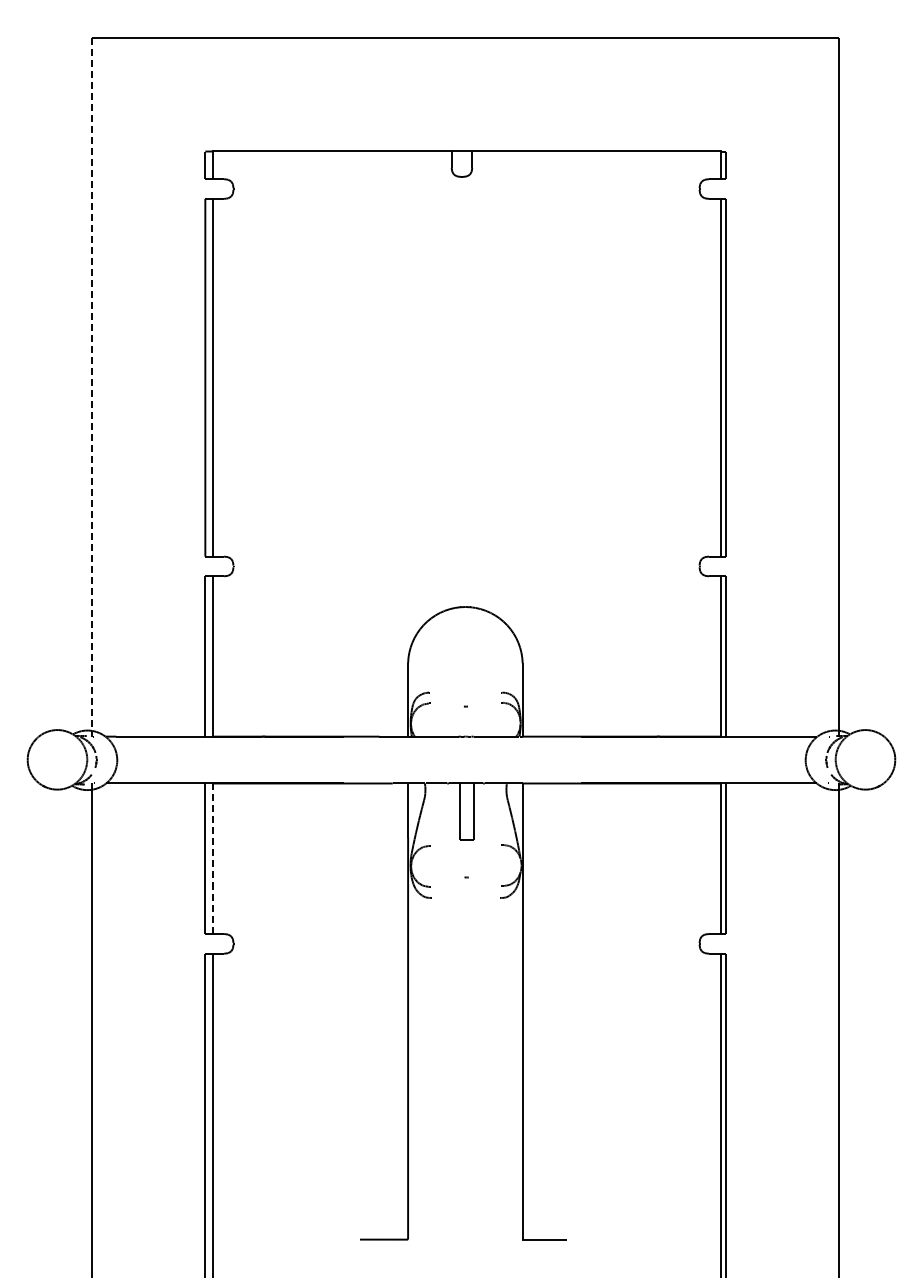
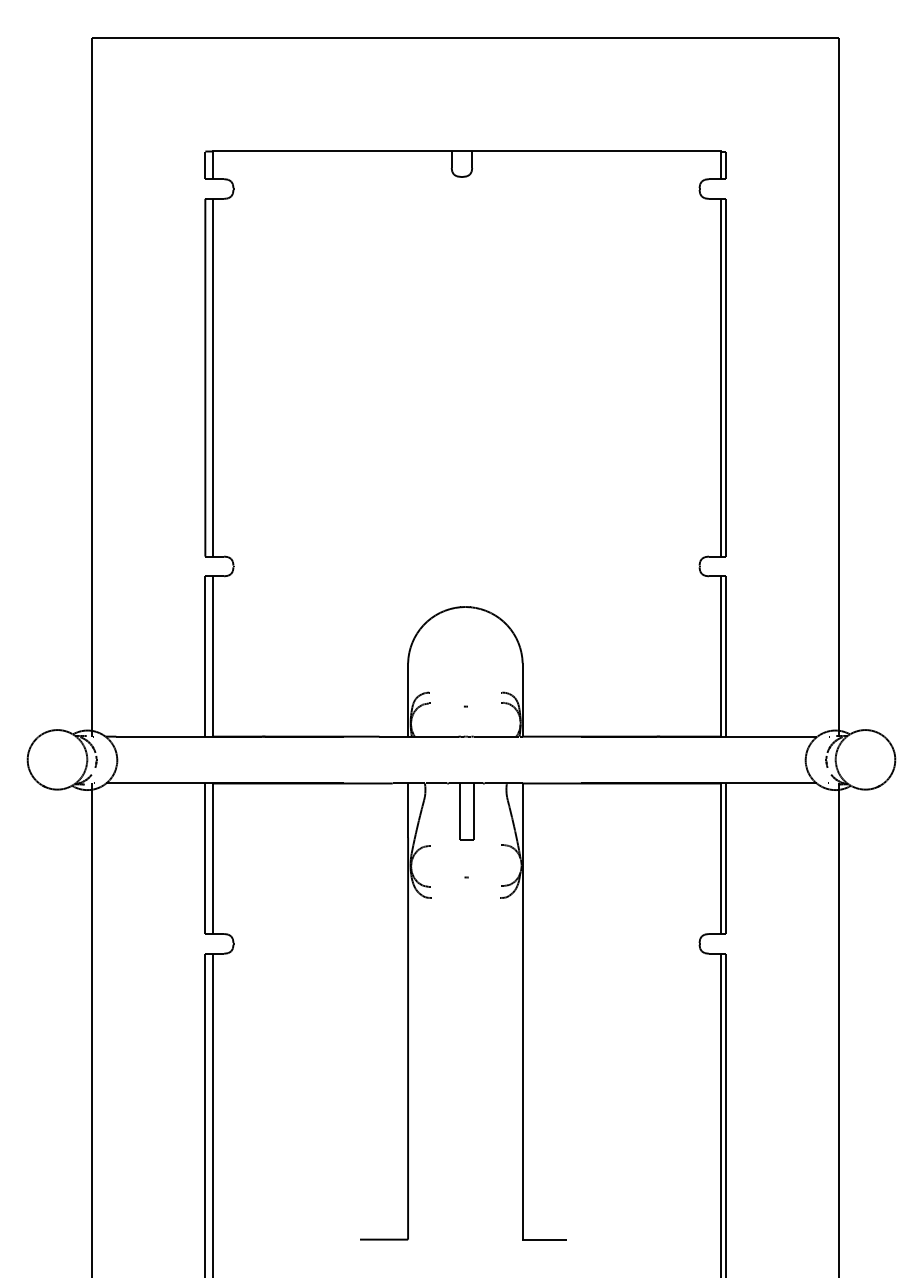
line at (92, 387): dashed -> solid
line at (212, 859): dashed -> solid
